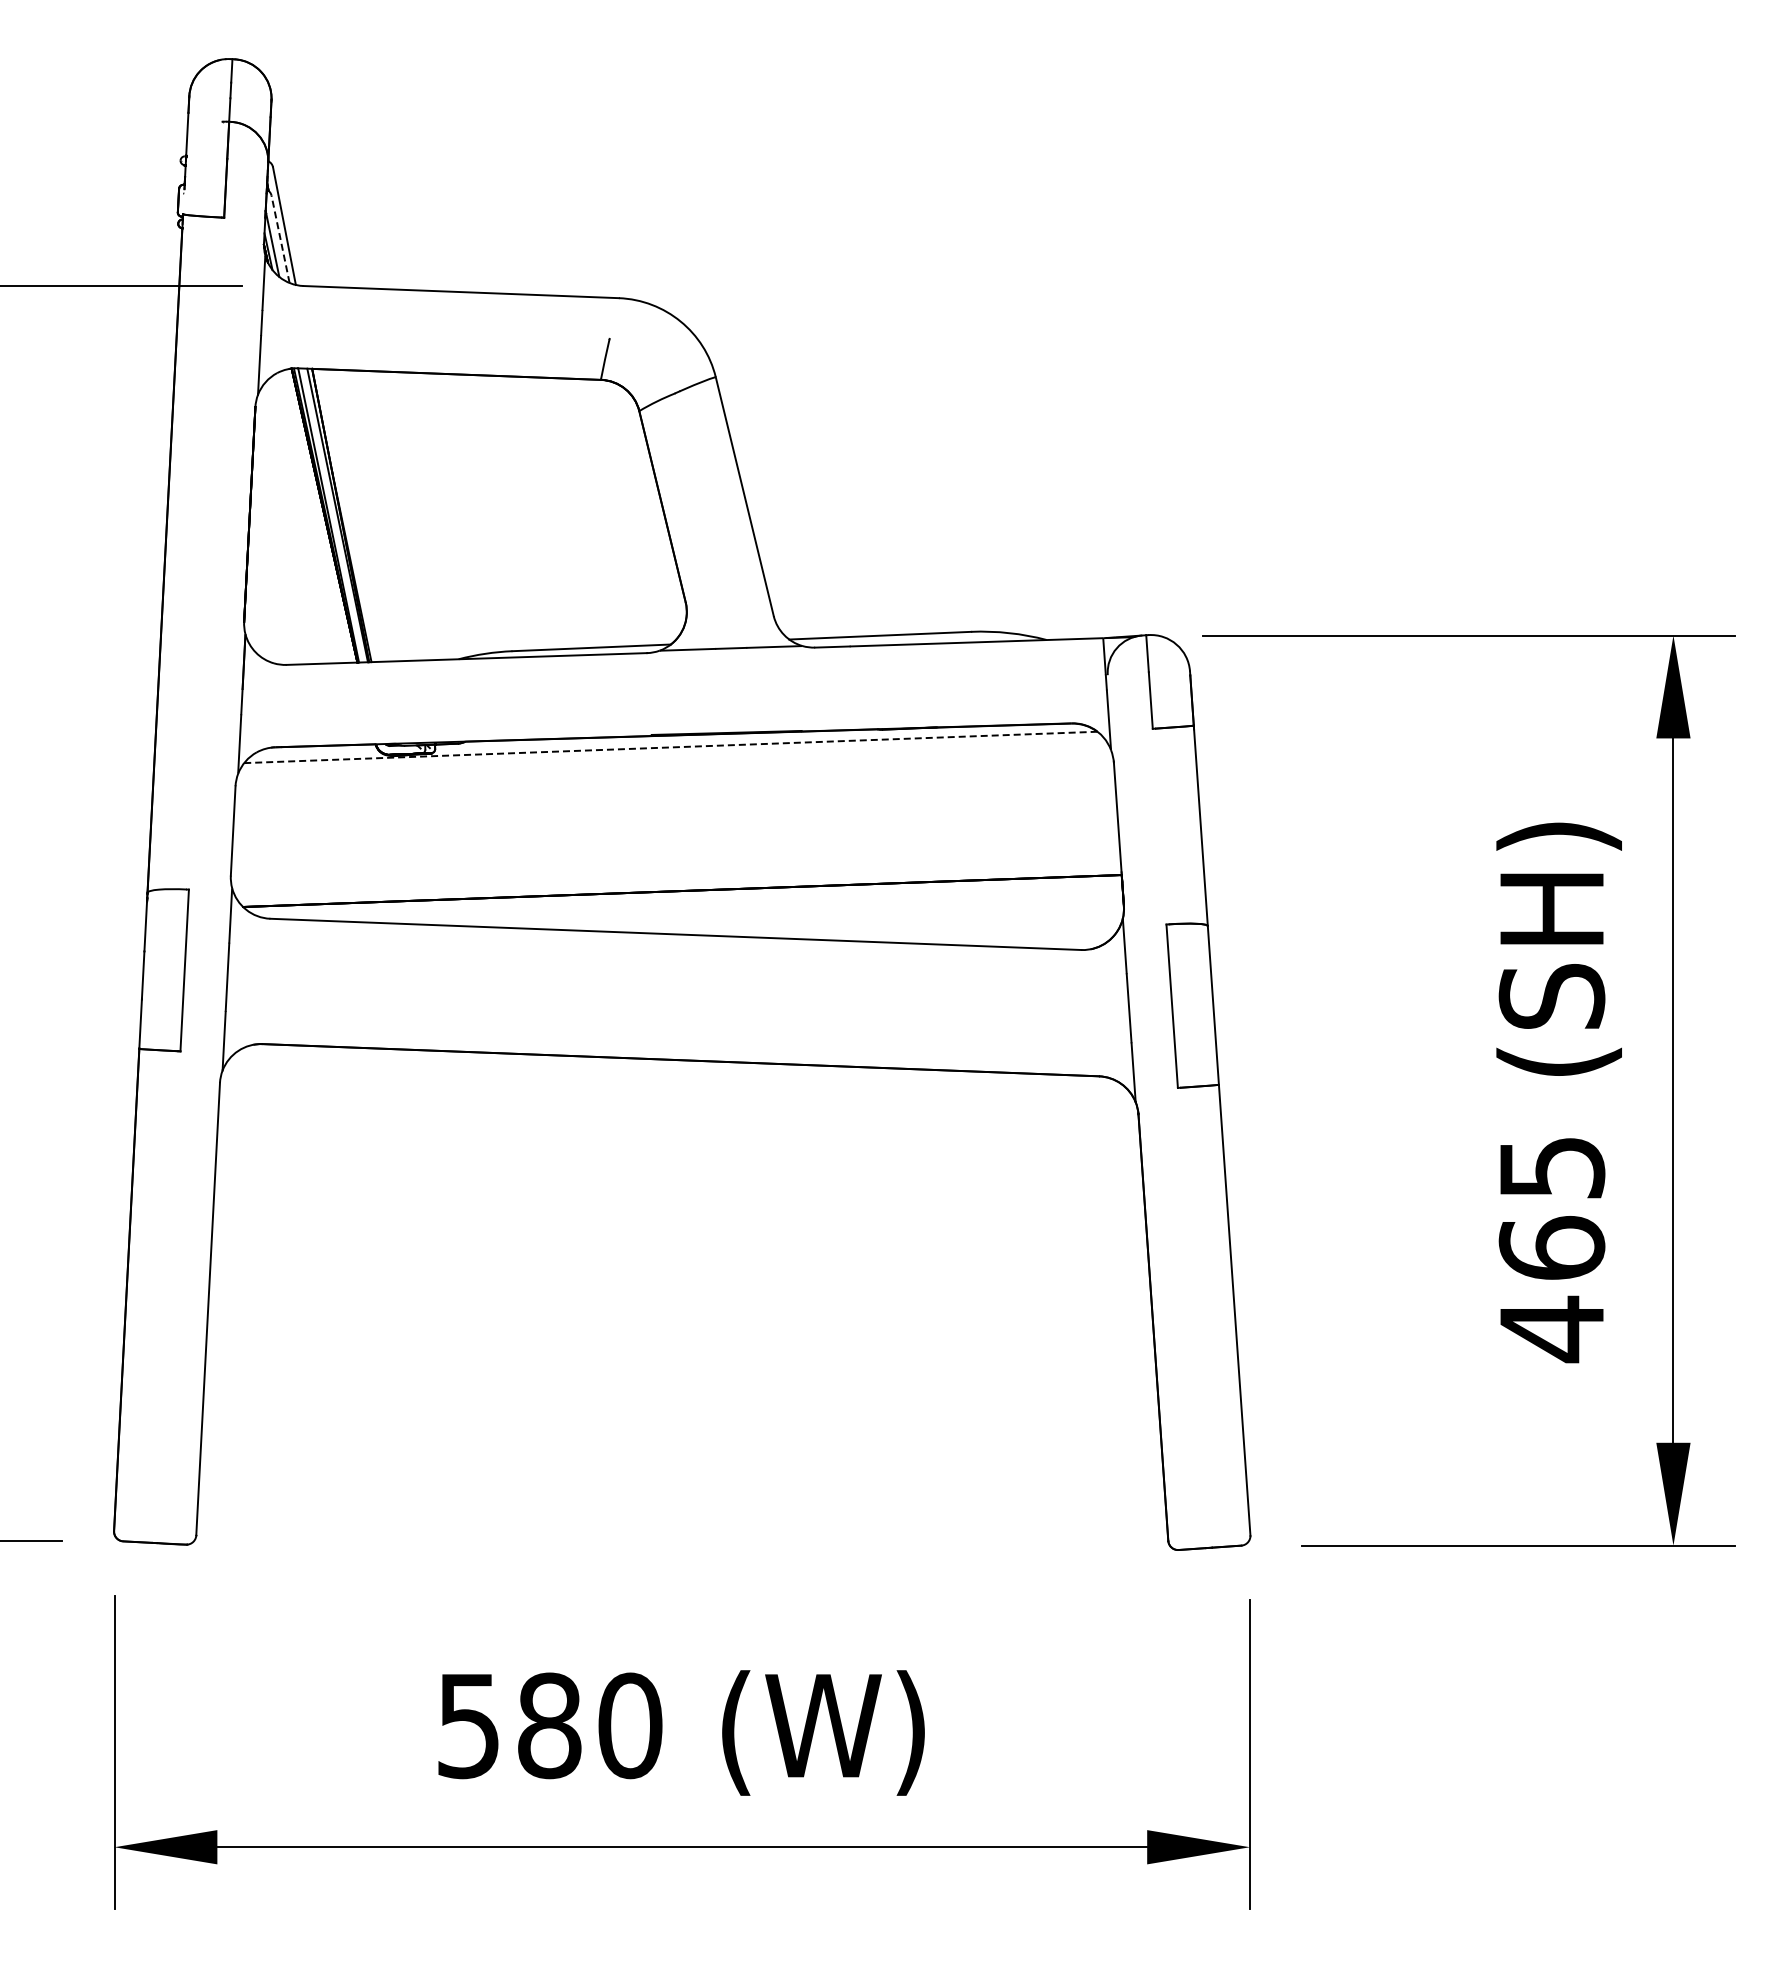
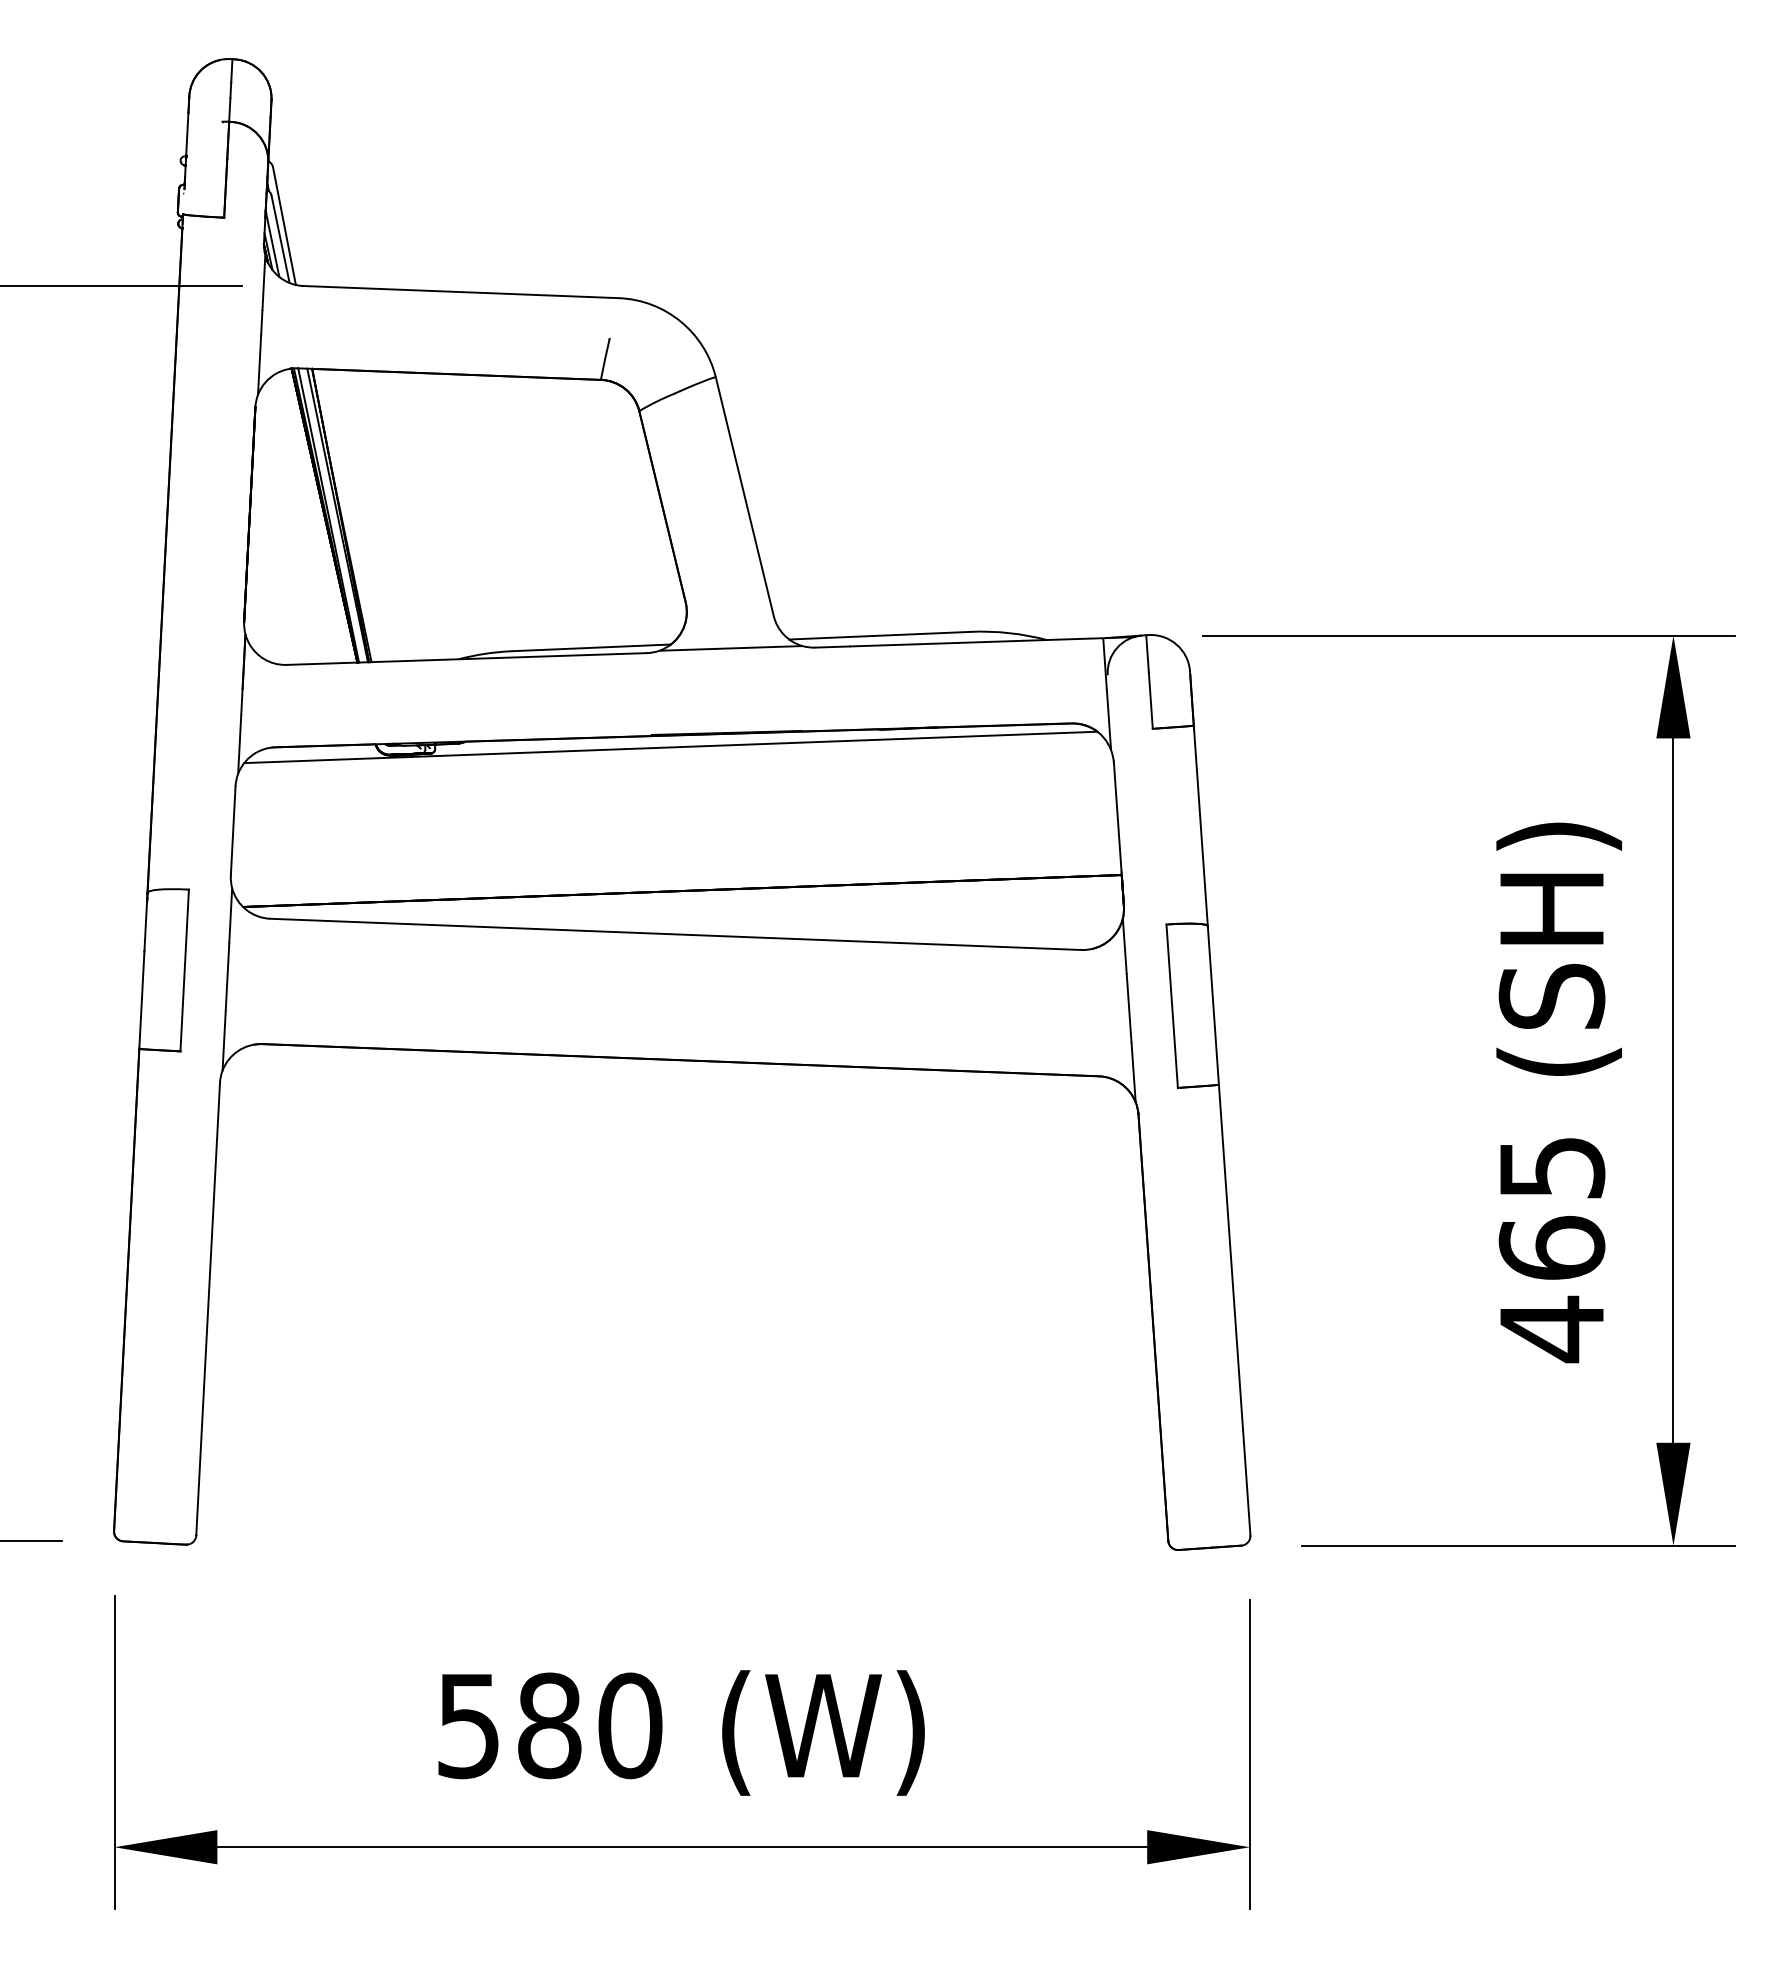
line at (280, 239): dashed -> solid
line at (671, 747): dashed -> solid
